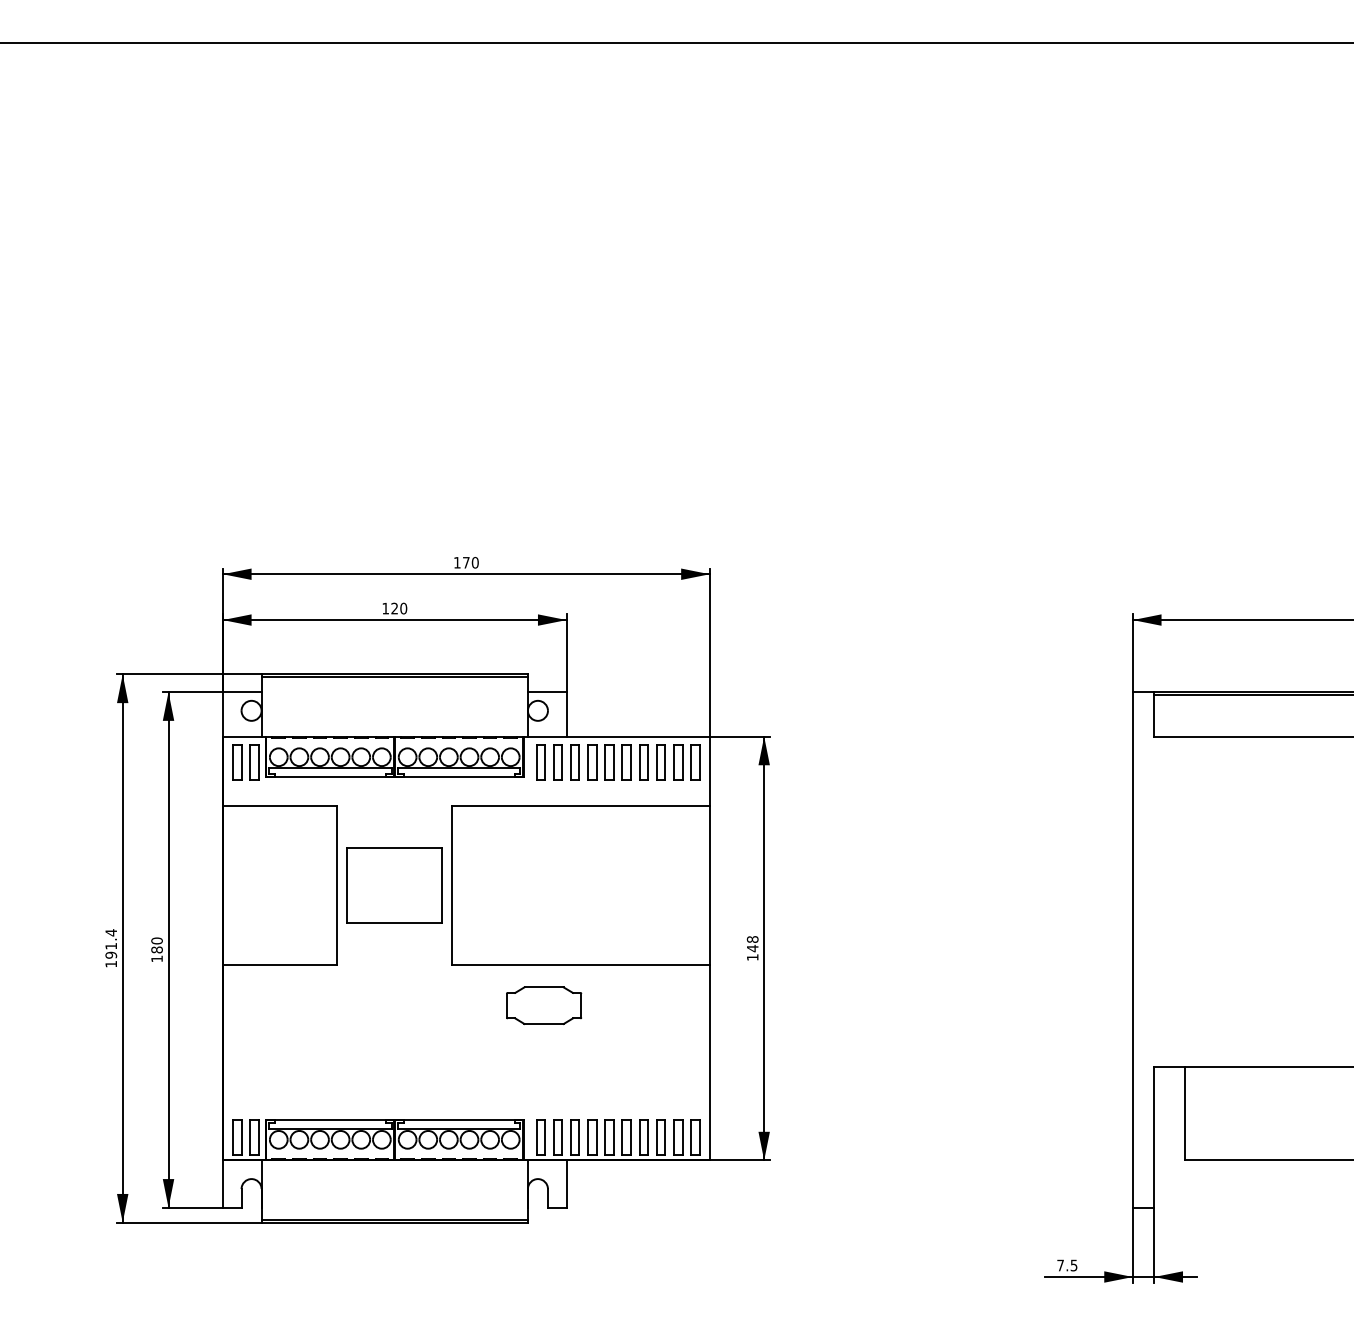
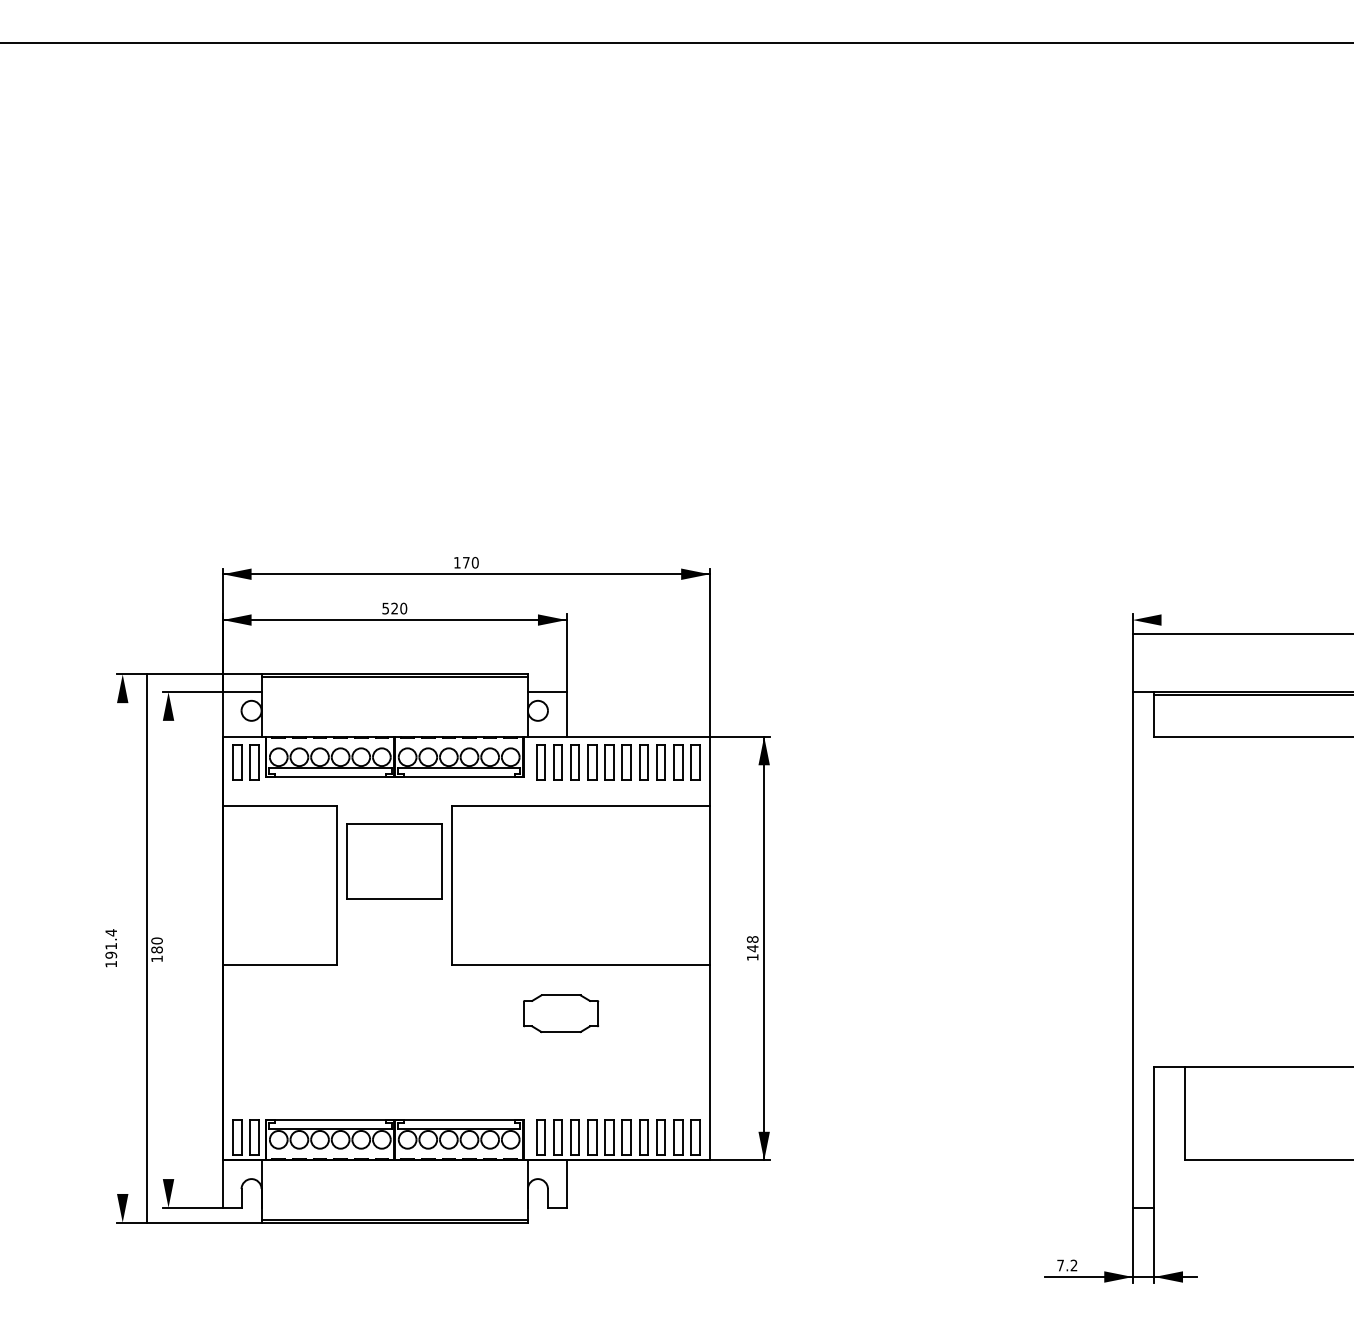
text at (385, 608): 120 -> 520
line at (1241, 620) position: (1241, 620) -> (1241, 634)
part at (394, 885) position: (394, 885) -> (394, 861)
line at (122, 948) position: (122, 948) -> (146, 948)
line at (168, 949): present -> none
part at (544, 1005) position: (544, 1005) -> (561, 1013)
text at (1073, 1265): 7.5 -> 7.2
